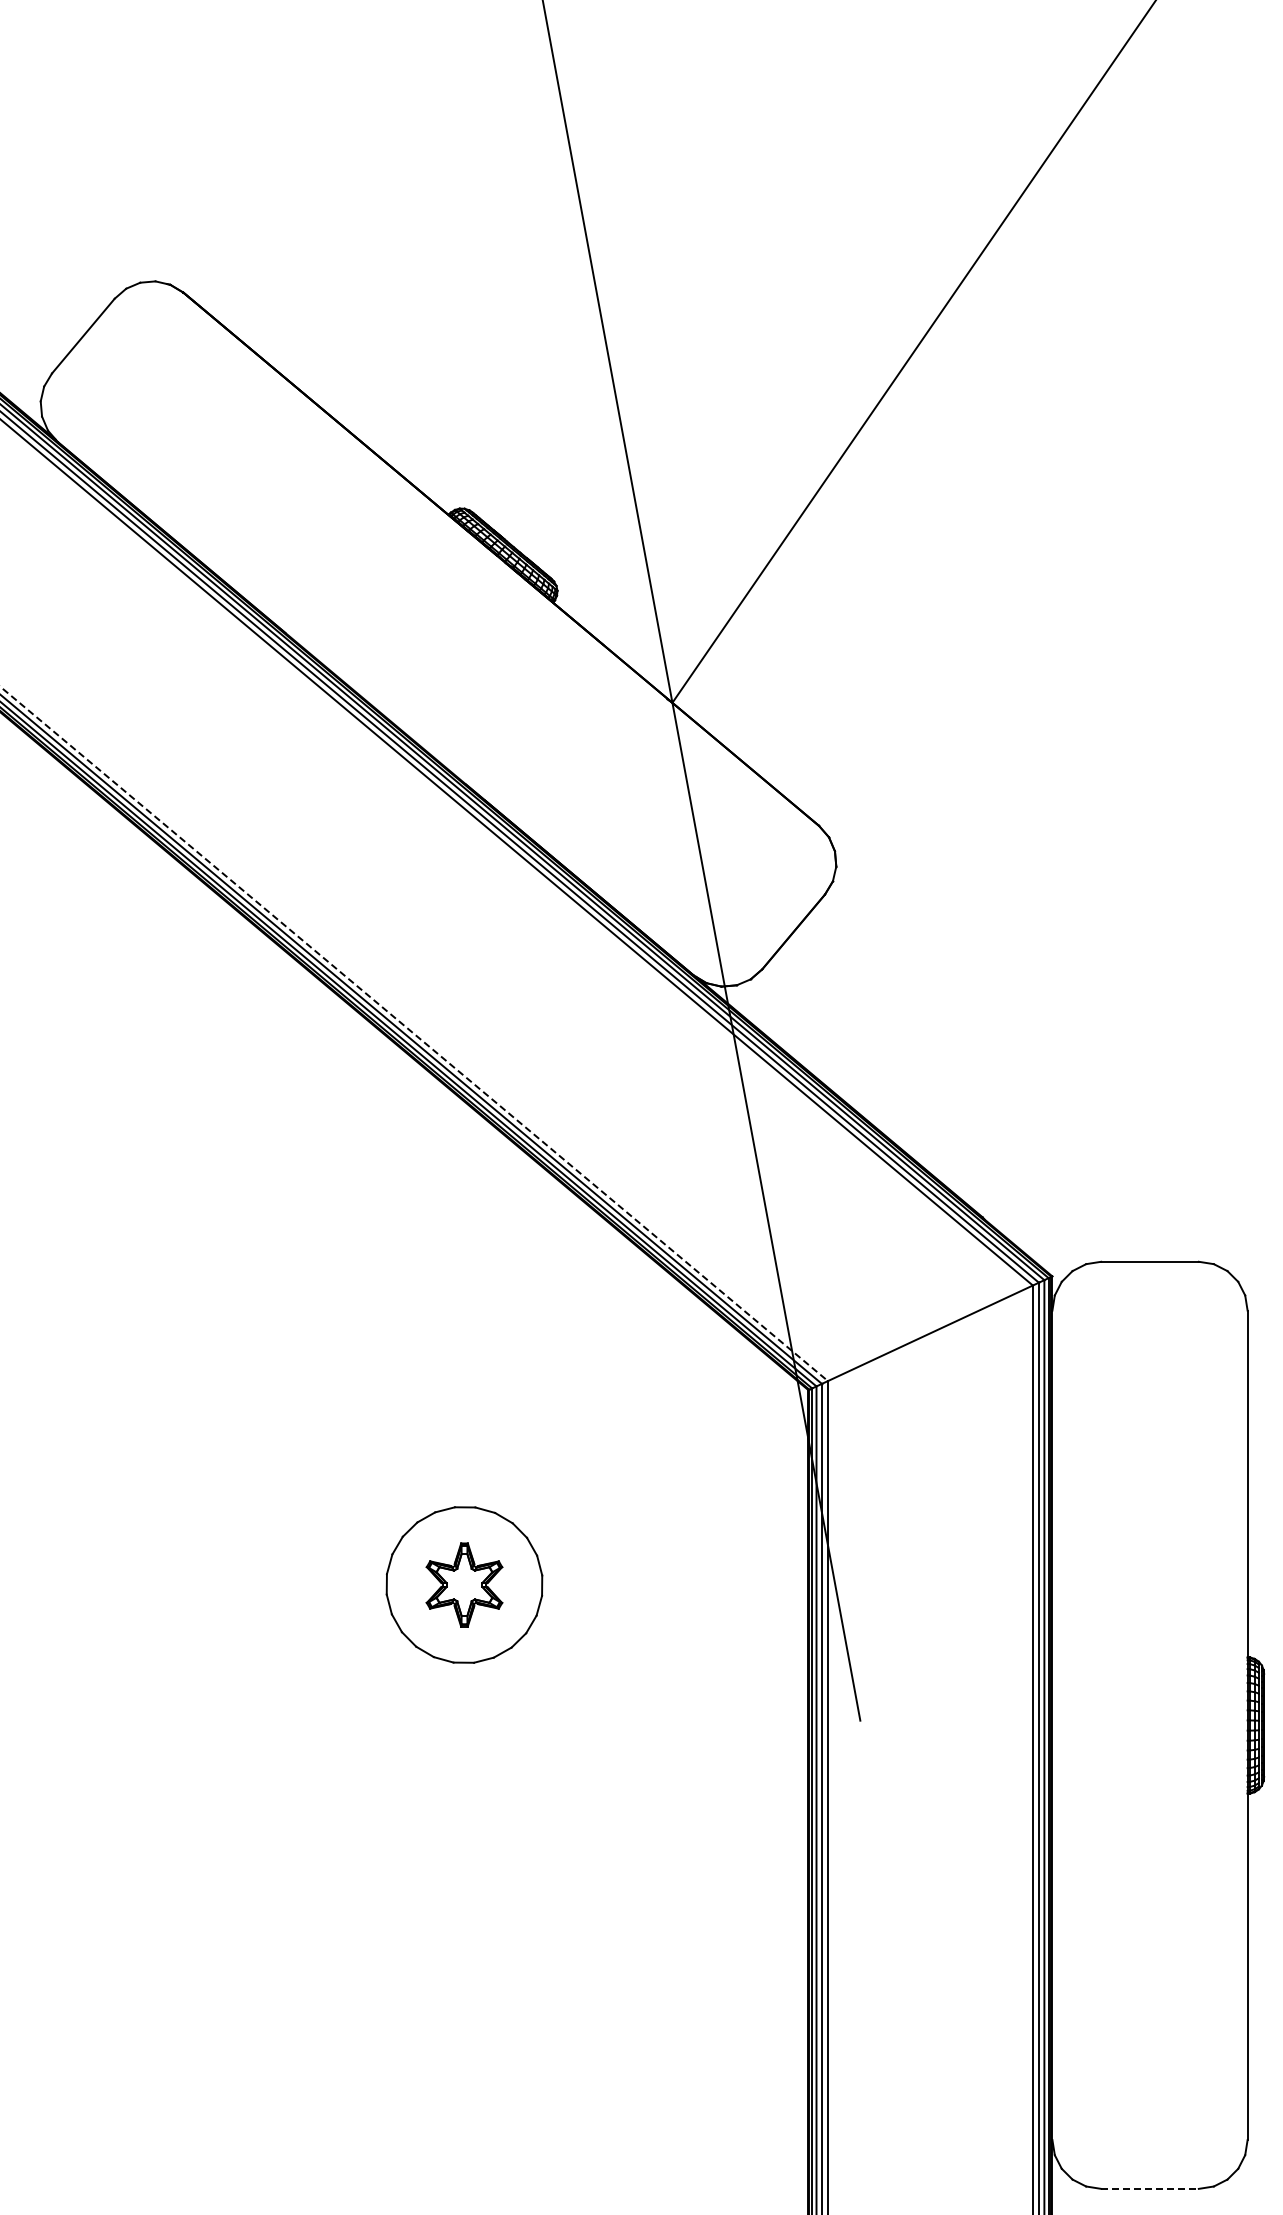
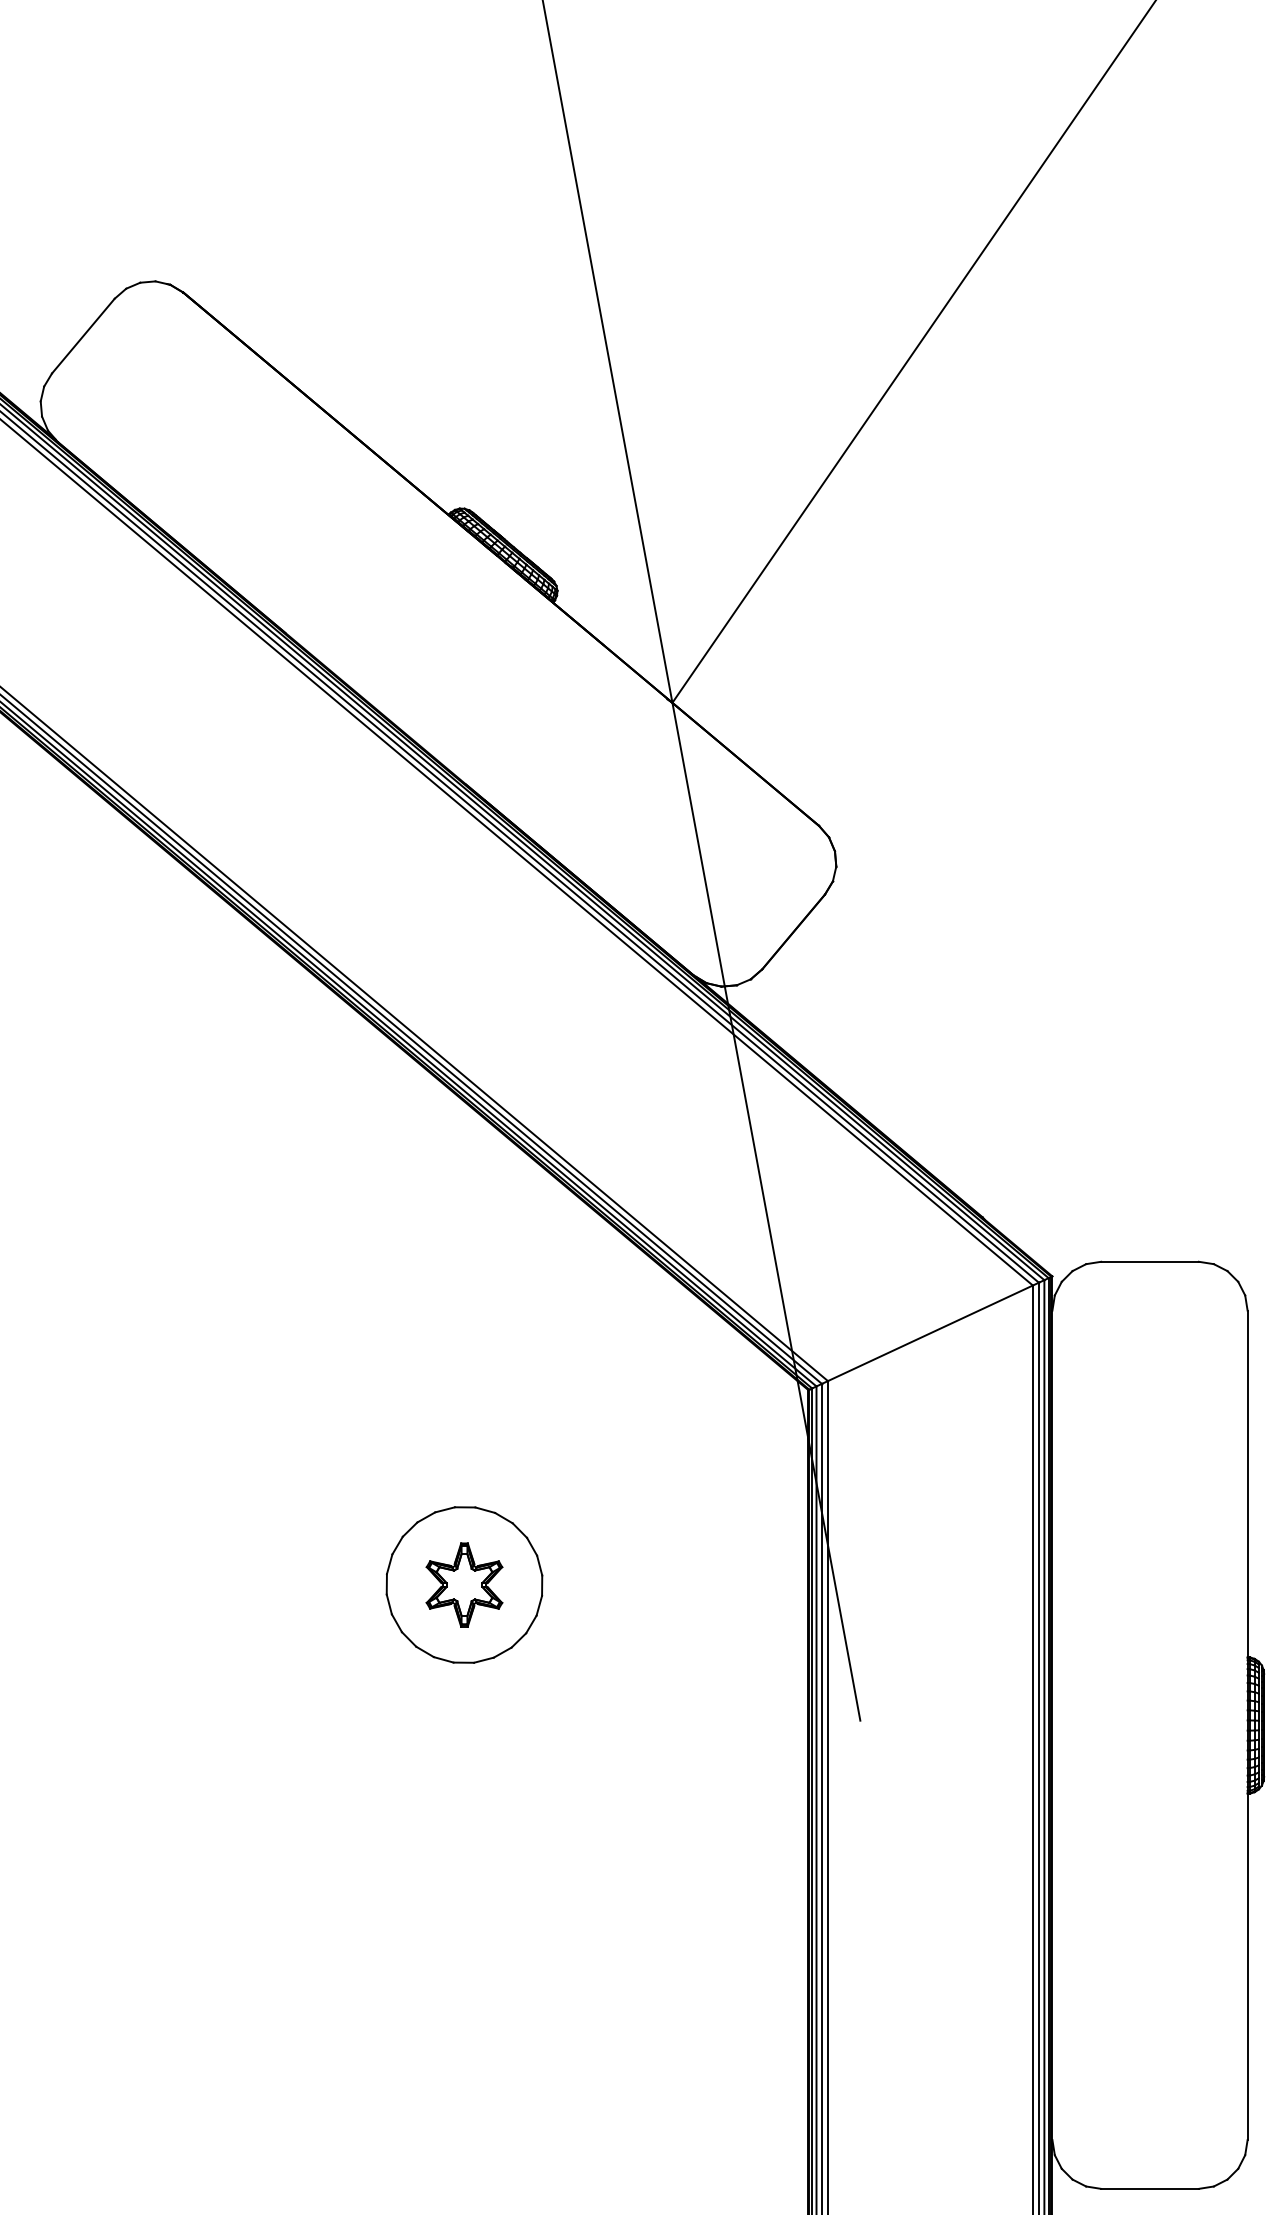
line at (414, 1034): dashed -> solid
line at (1150, 2188): dashed -> solid
